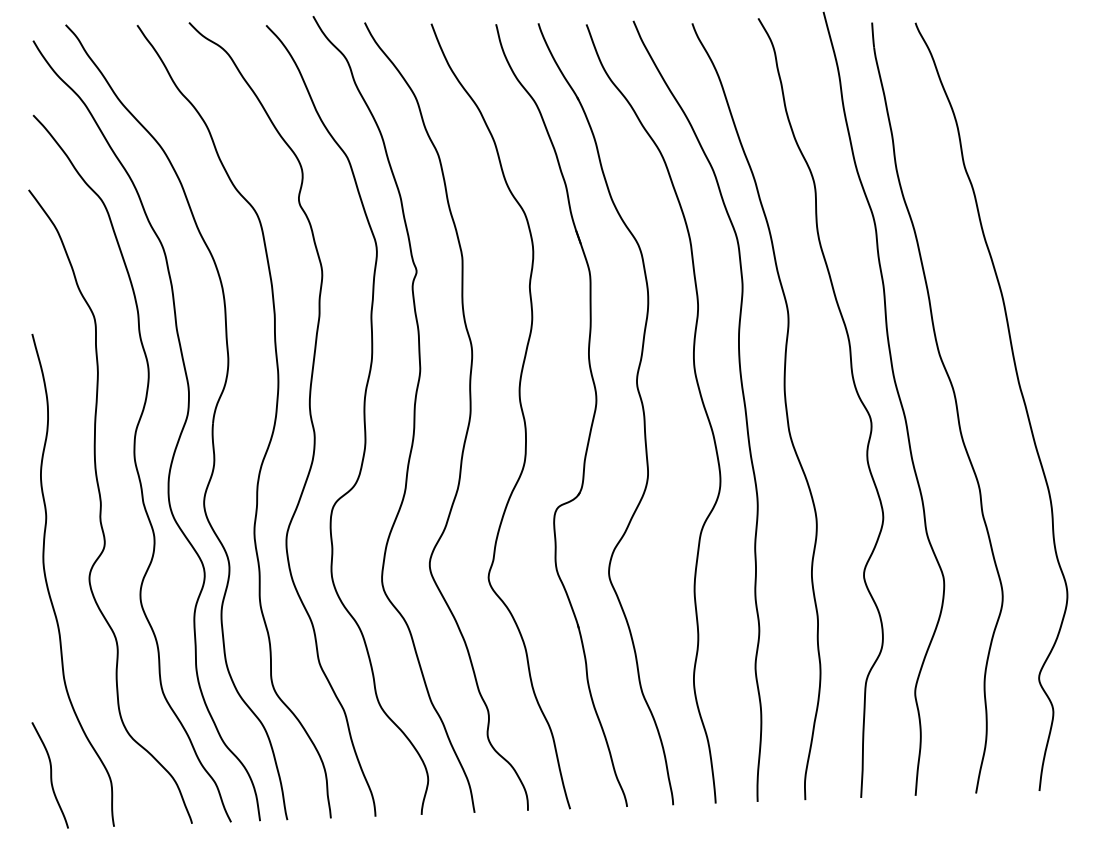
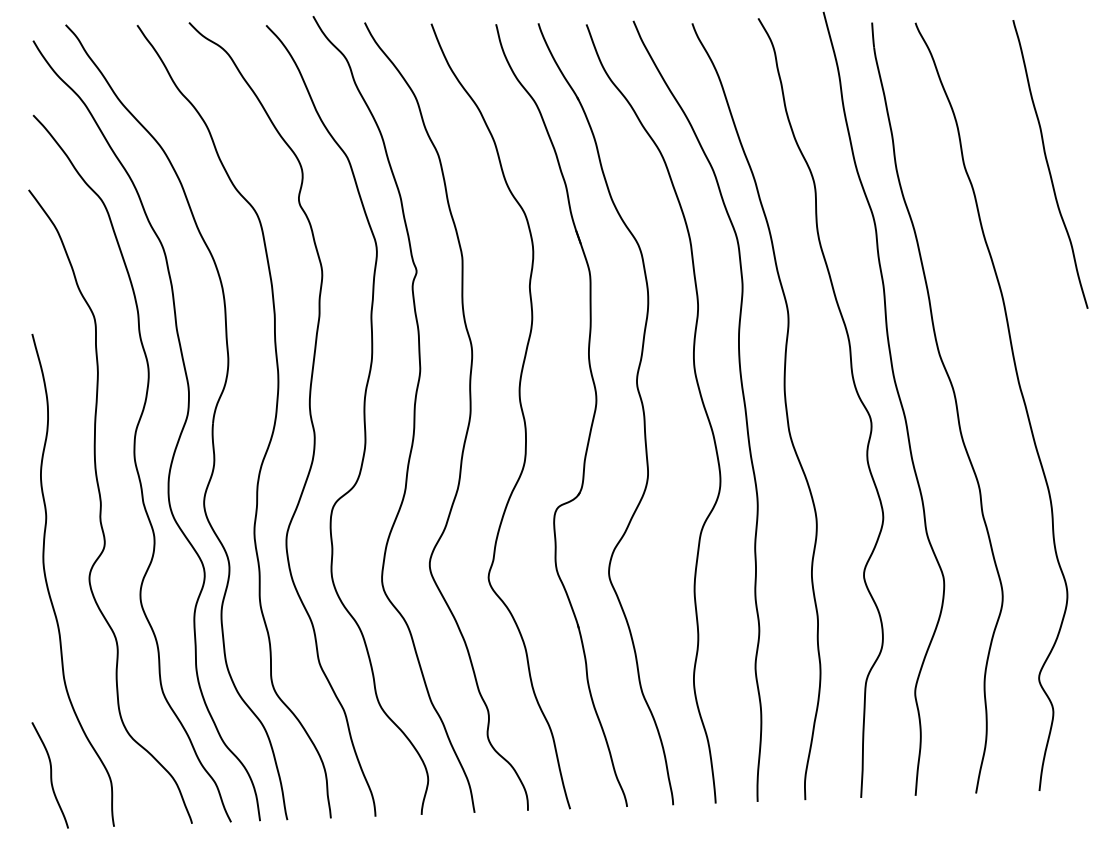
curve at (1048, 164): none -> present
